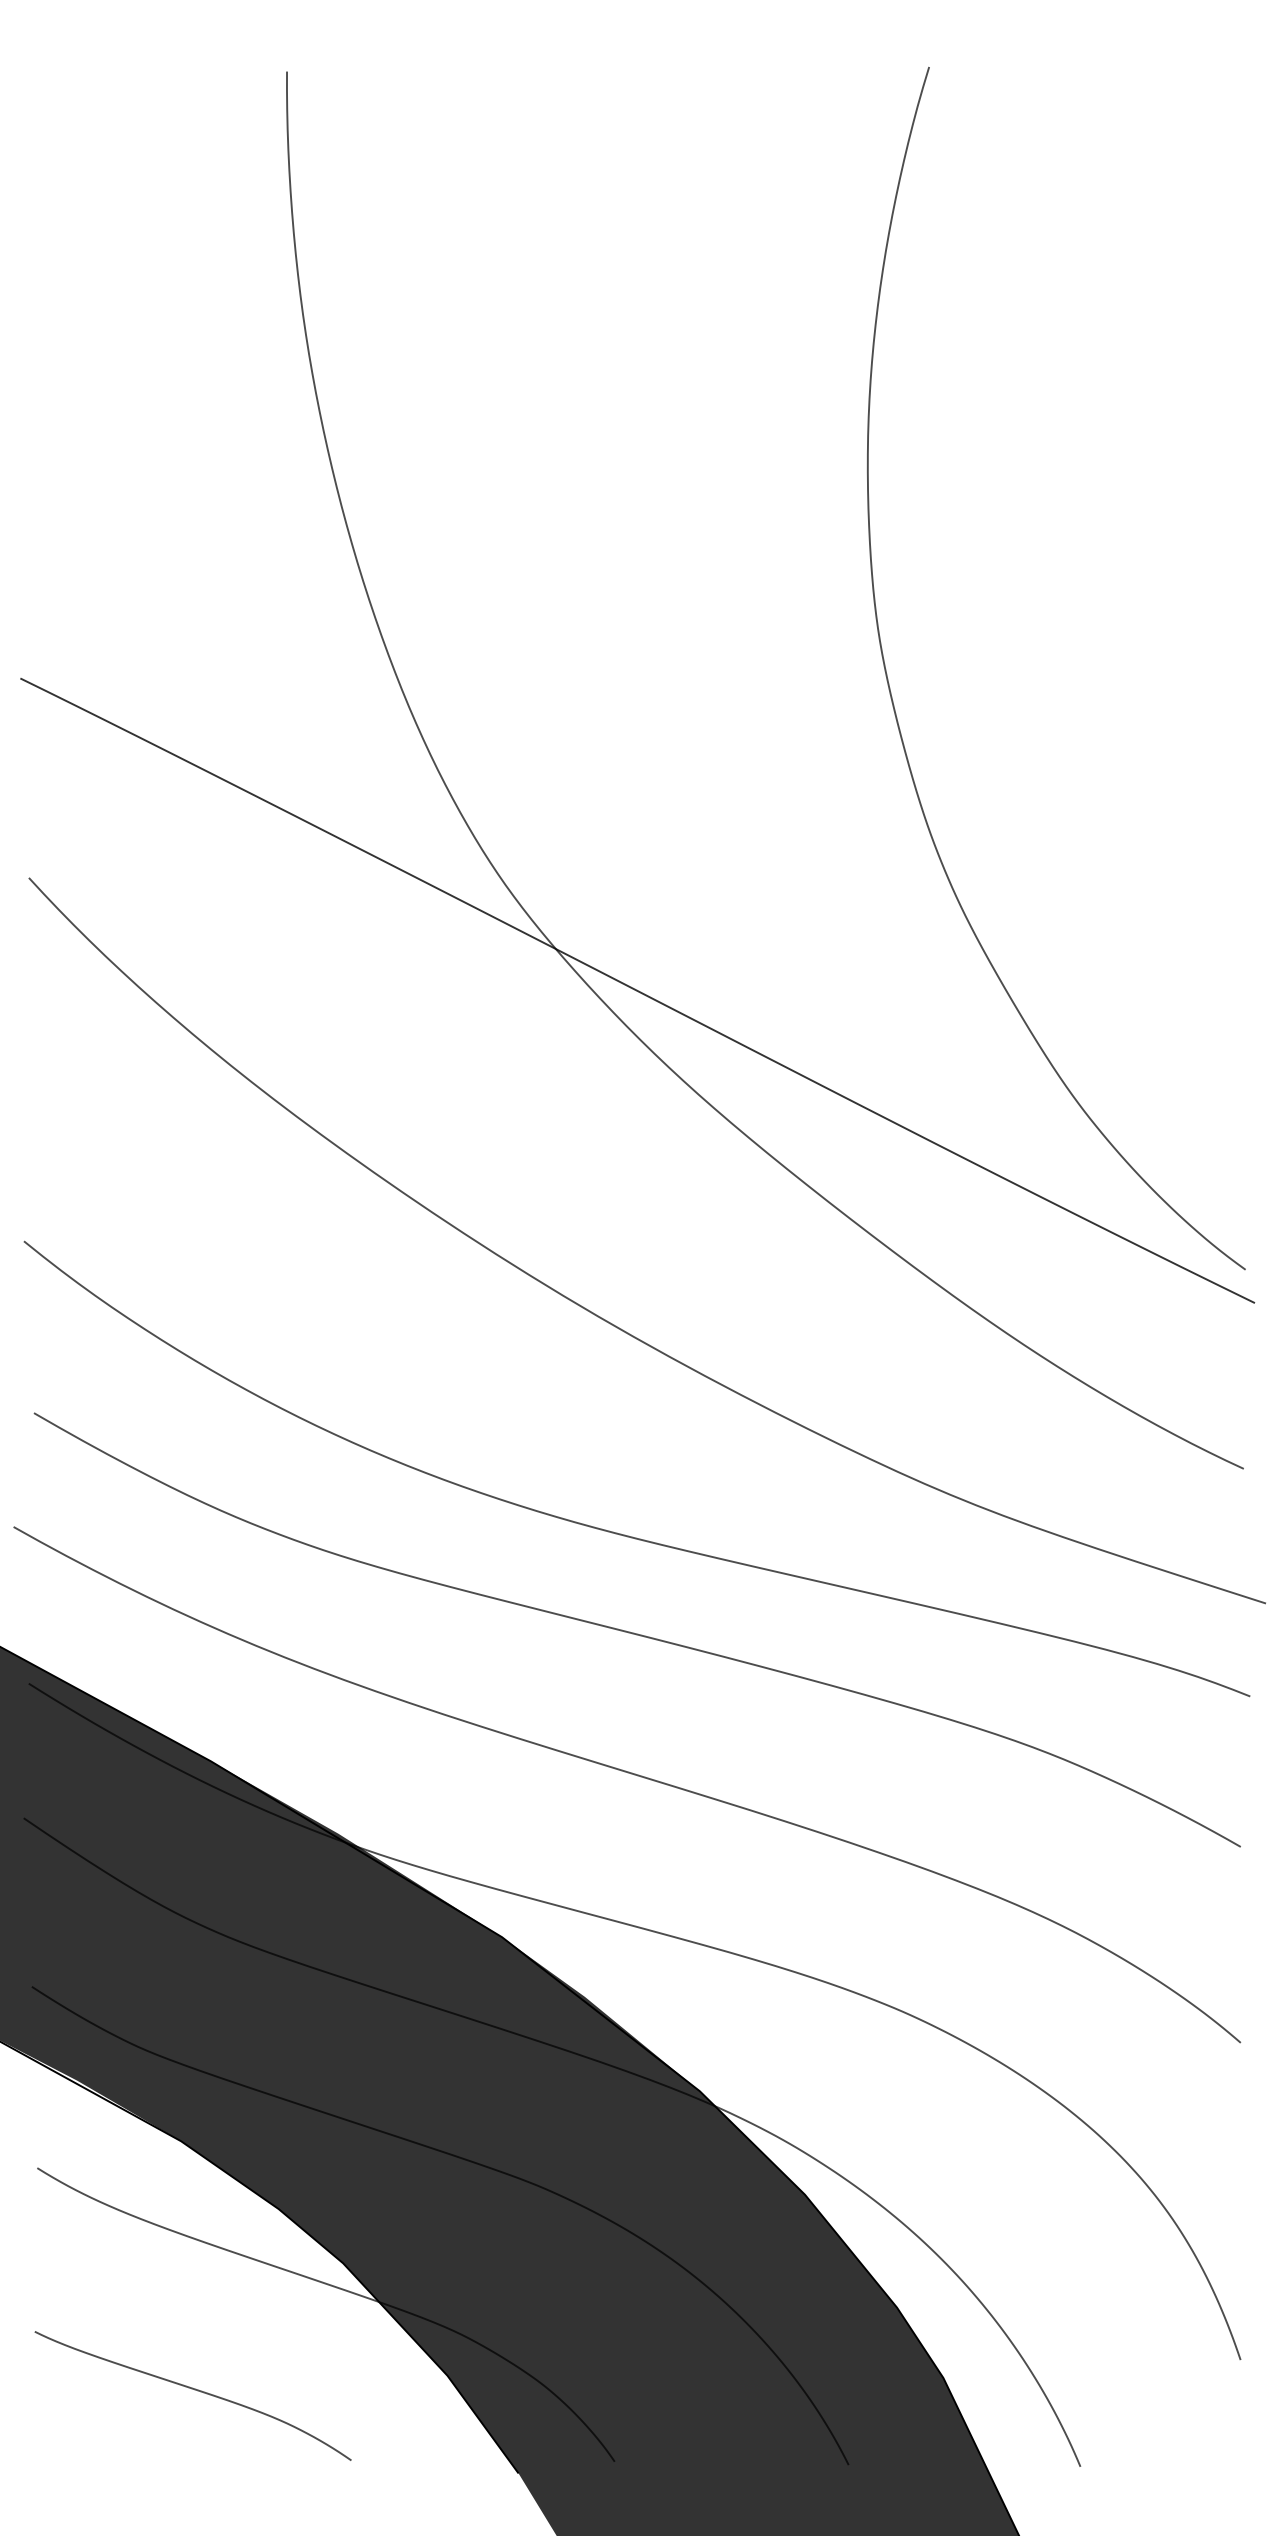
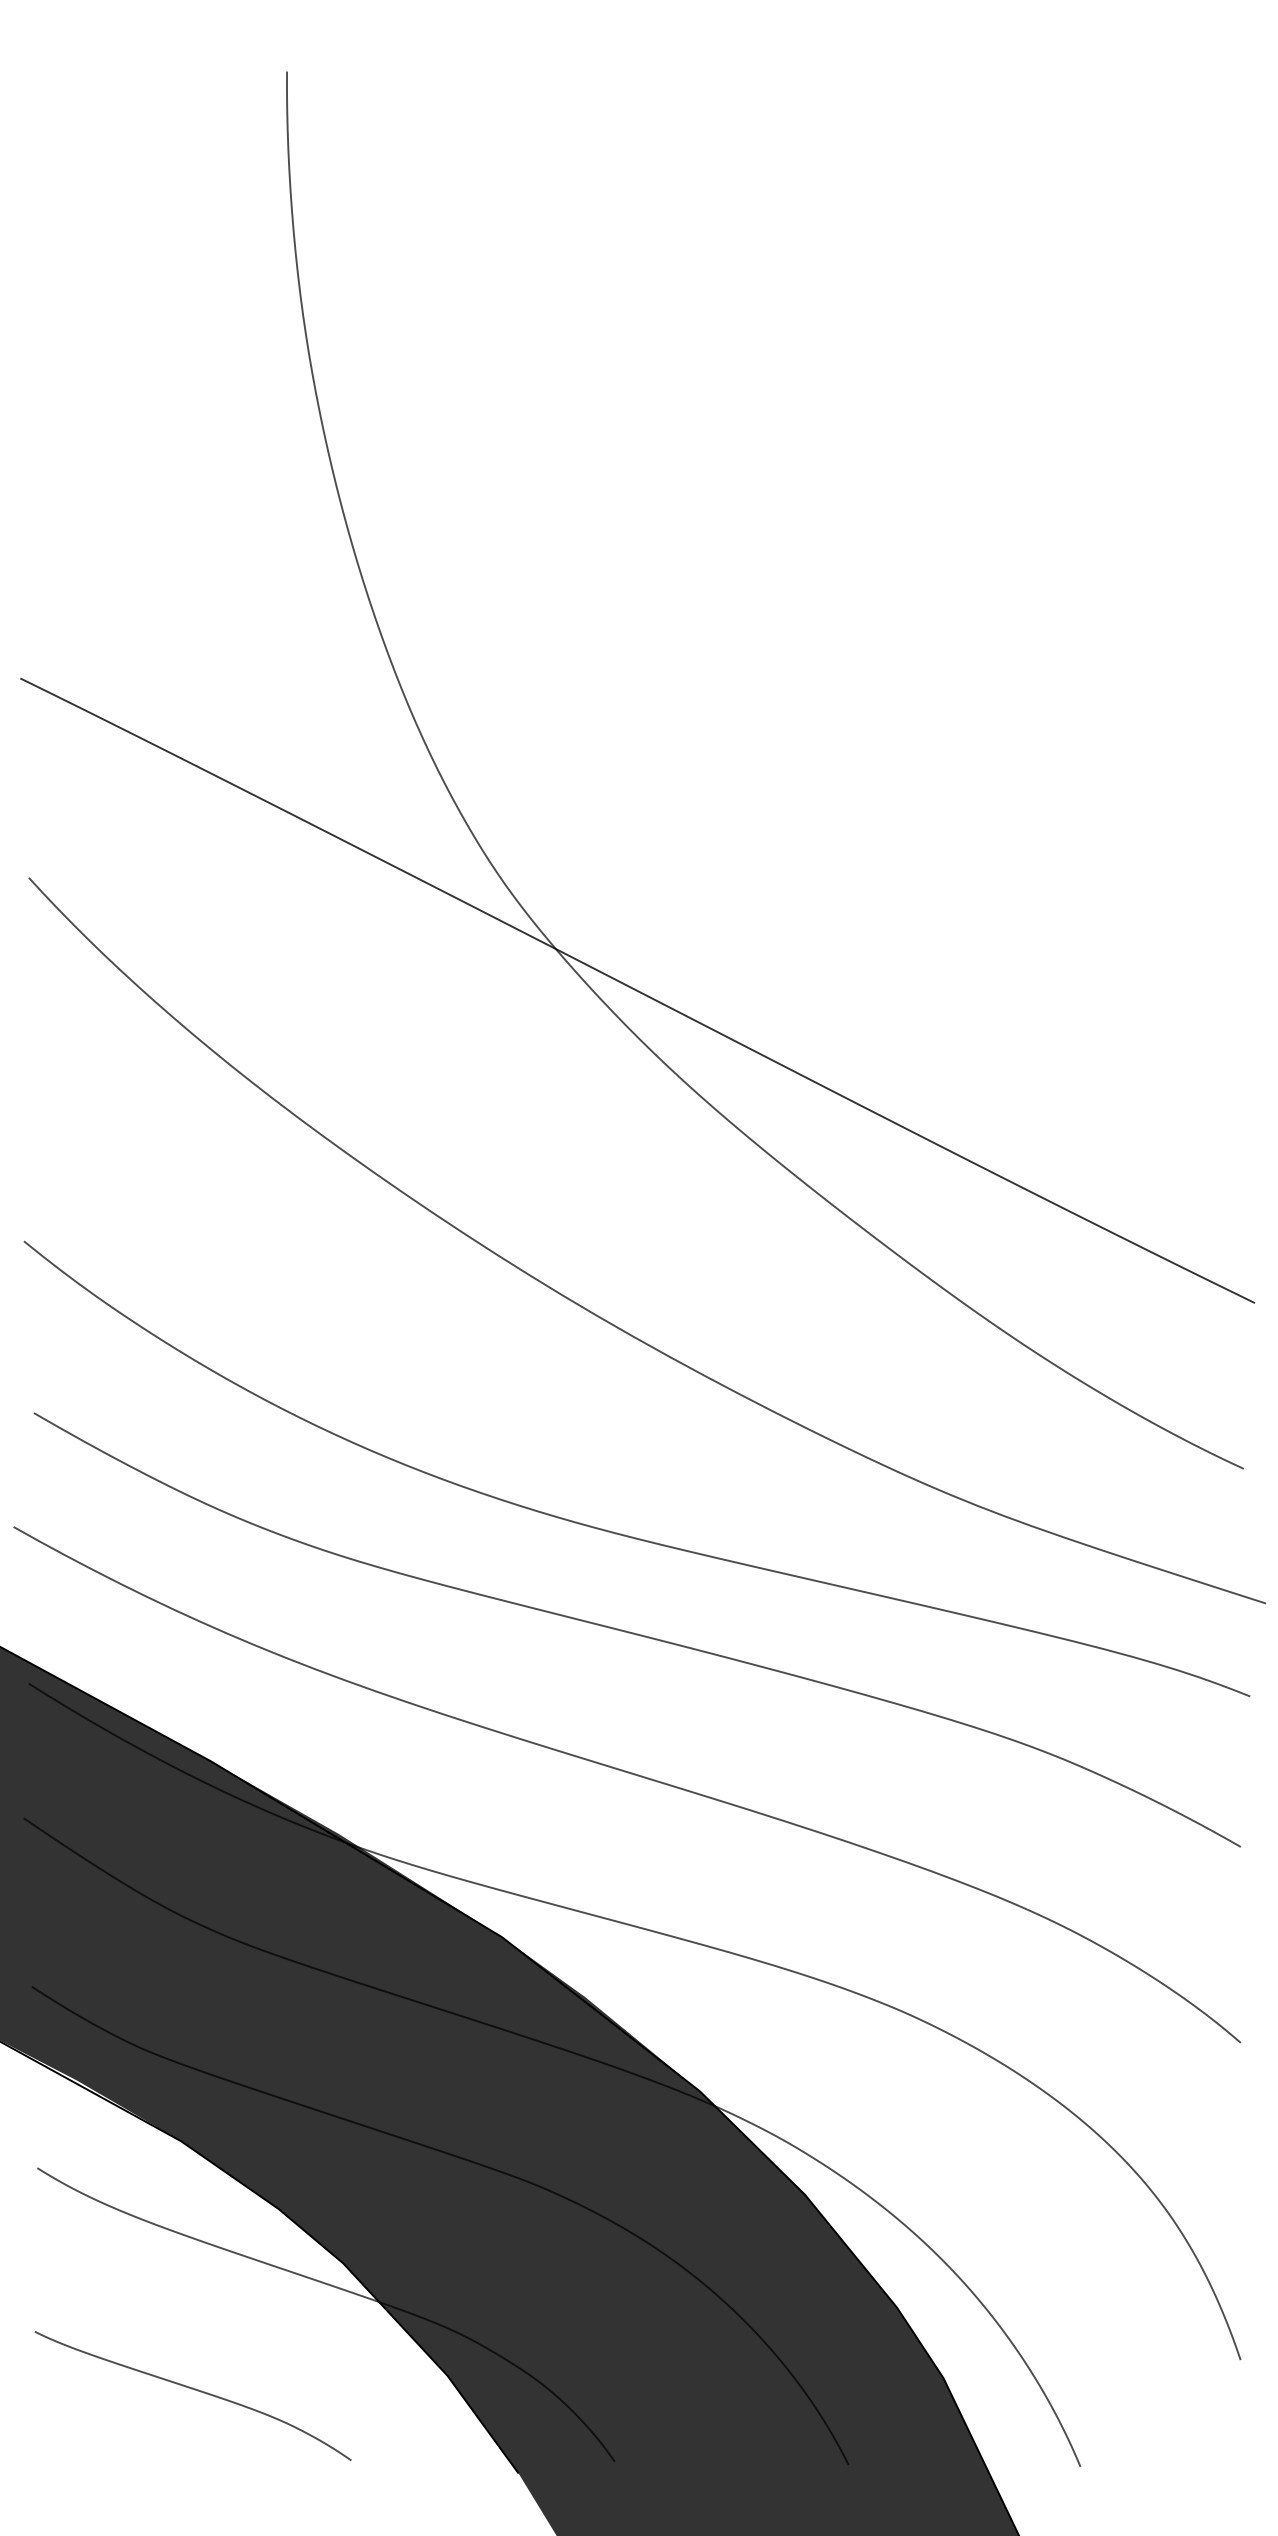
curve at (895, 709): present -> none
